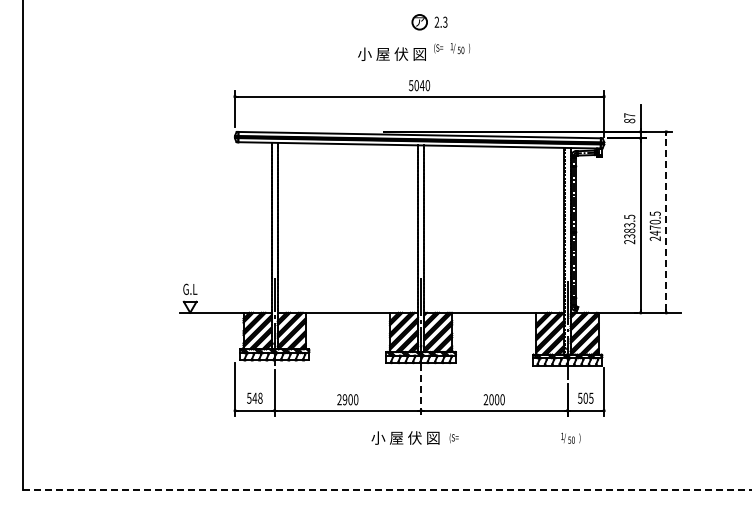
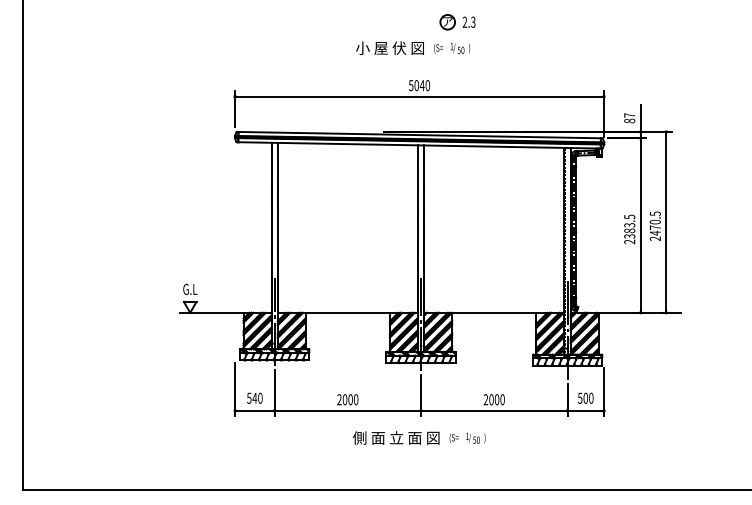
part at (429, 22) position: (429, 22) -> (457, 22)
text at (391, 53) position: (391, 53) -> (389, 47)
line at (666, 222): dashed -> solid
line at (421, 395): dashed -> solid
text at (591, 397): 505 -> 500
text at (260, 398): 548 -> 540
text at (344, 399): 2900 -> 2000
text at (387, 437): 小 屋 伏 図 -> 側 面 立 面 図
text at (570, 437) position: (570, 437) -> (475, 437)
line at (387, 490): dashed -> solid
